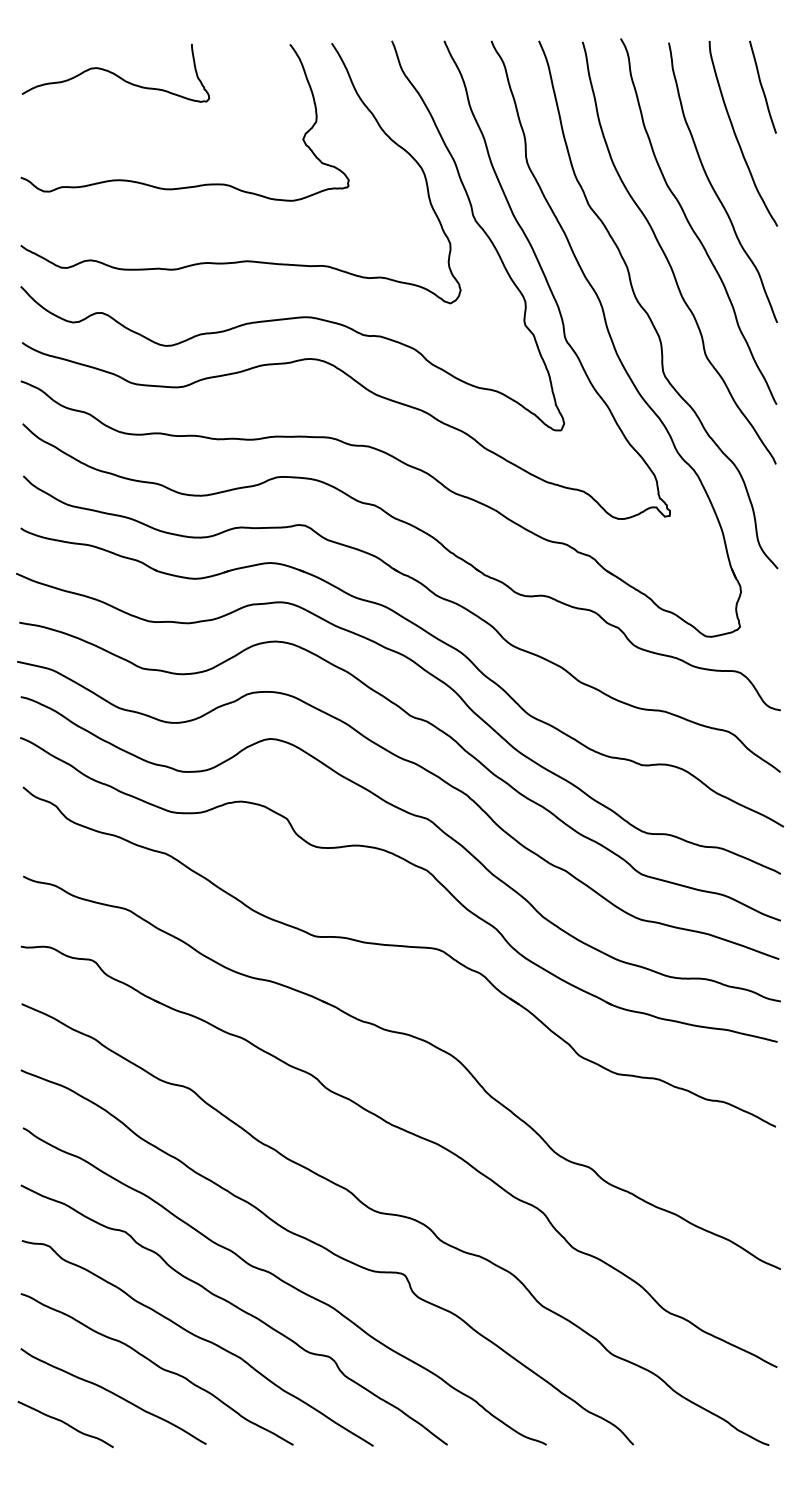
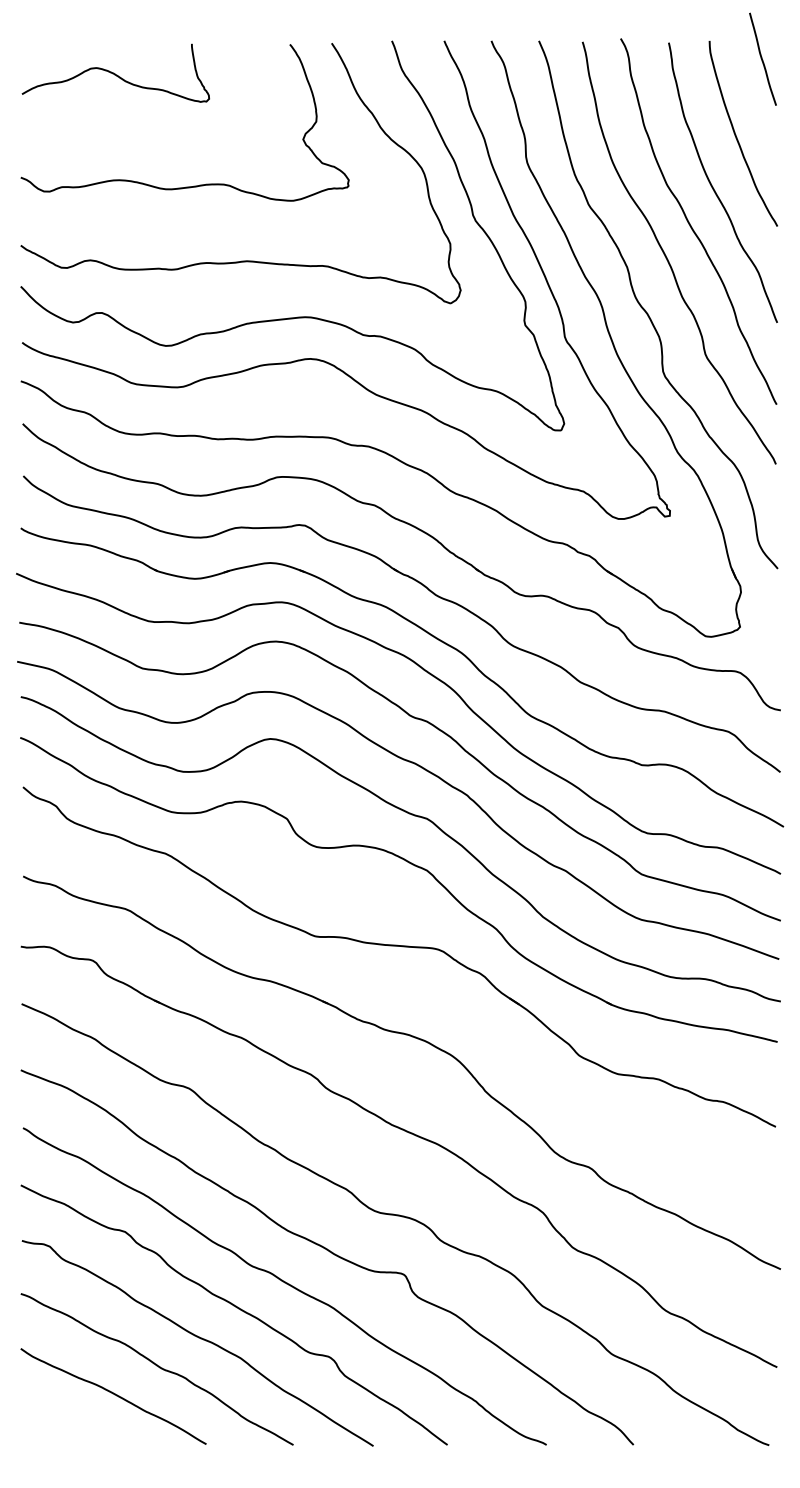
curve at (762, 86) position: (762, 86) -> (762, 58)
curve at (65, 1424): present -> none
